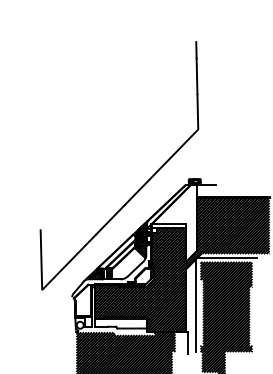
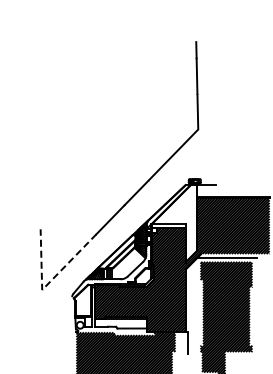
line at (47, 284): solid -> dashed
line at (196, 305): present -> none
